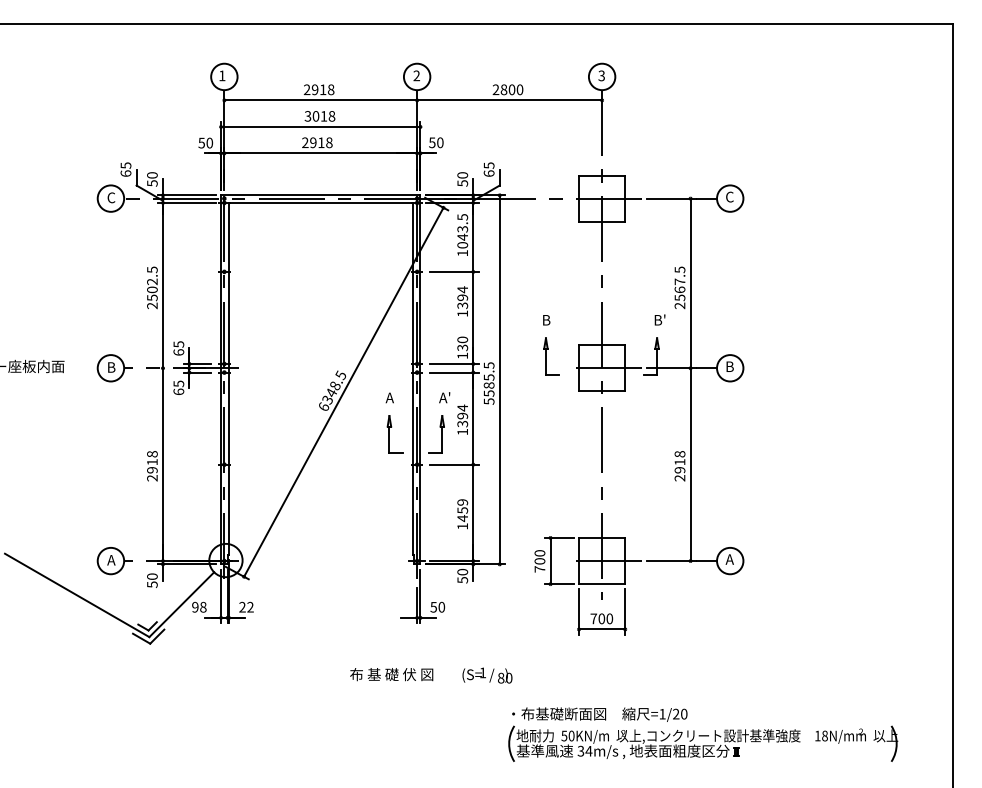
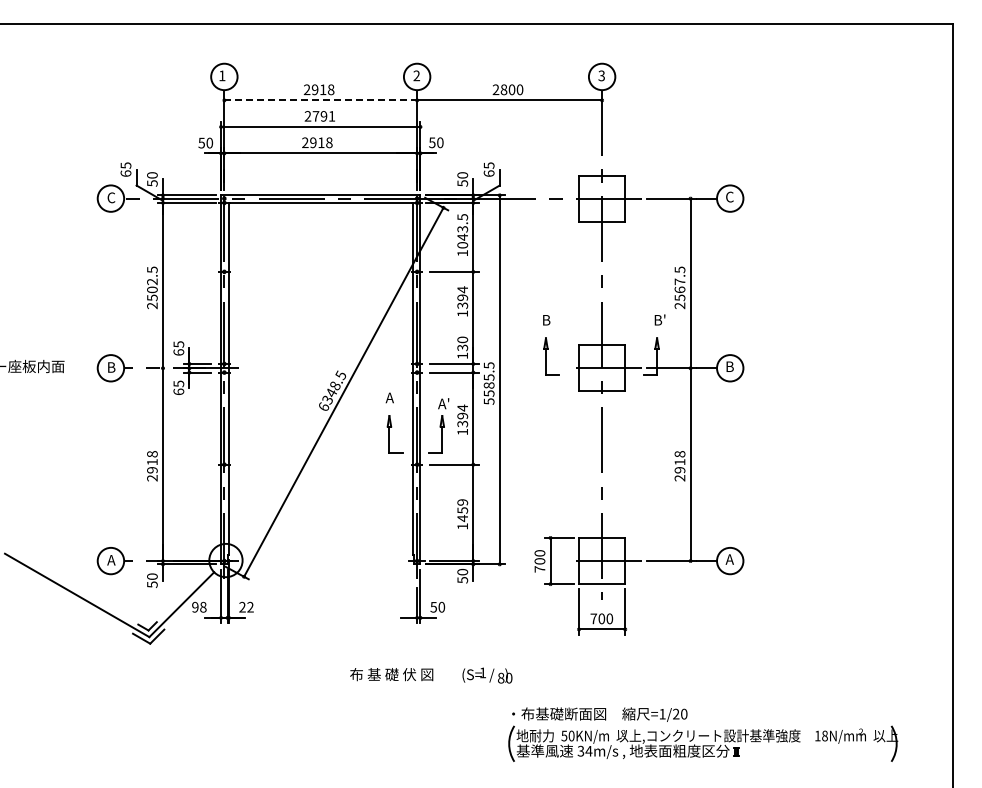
line at (321, 100): solid -> dashed
text at (319, 116): 3018 -> 2791
text at (444, 397) position: (444, 397) -> (443, 403)
